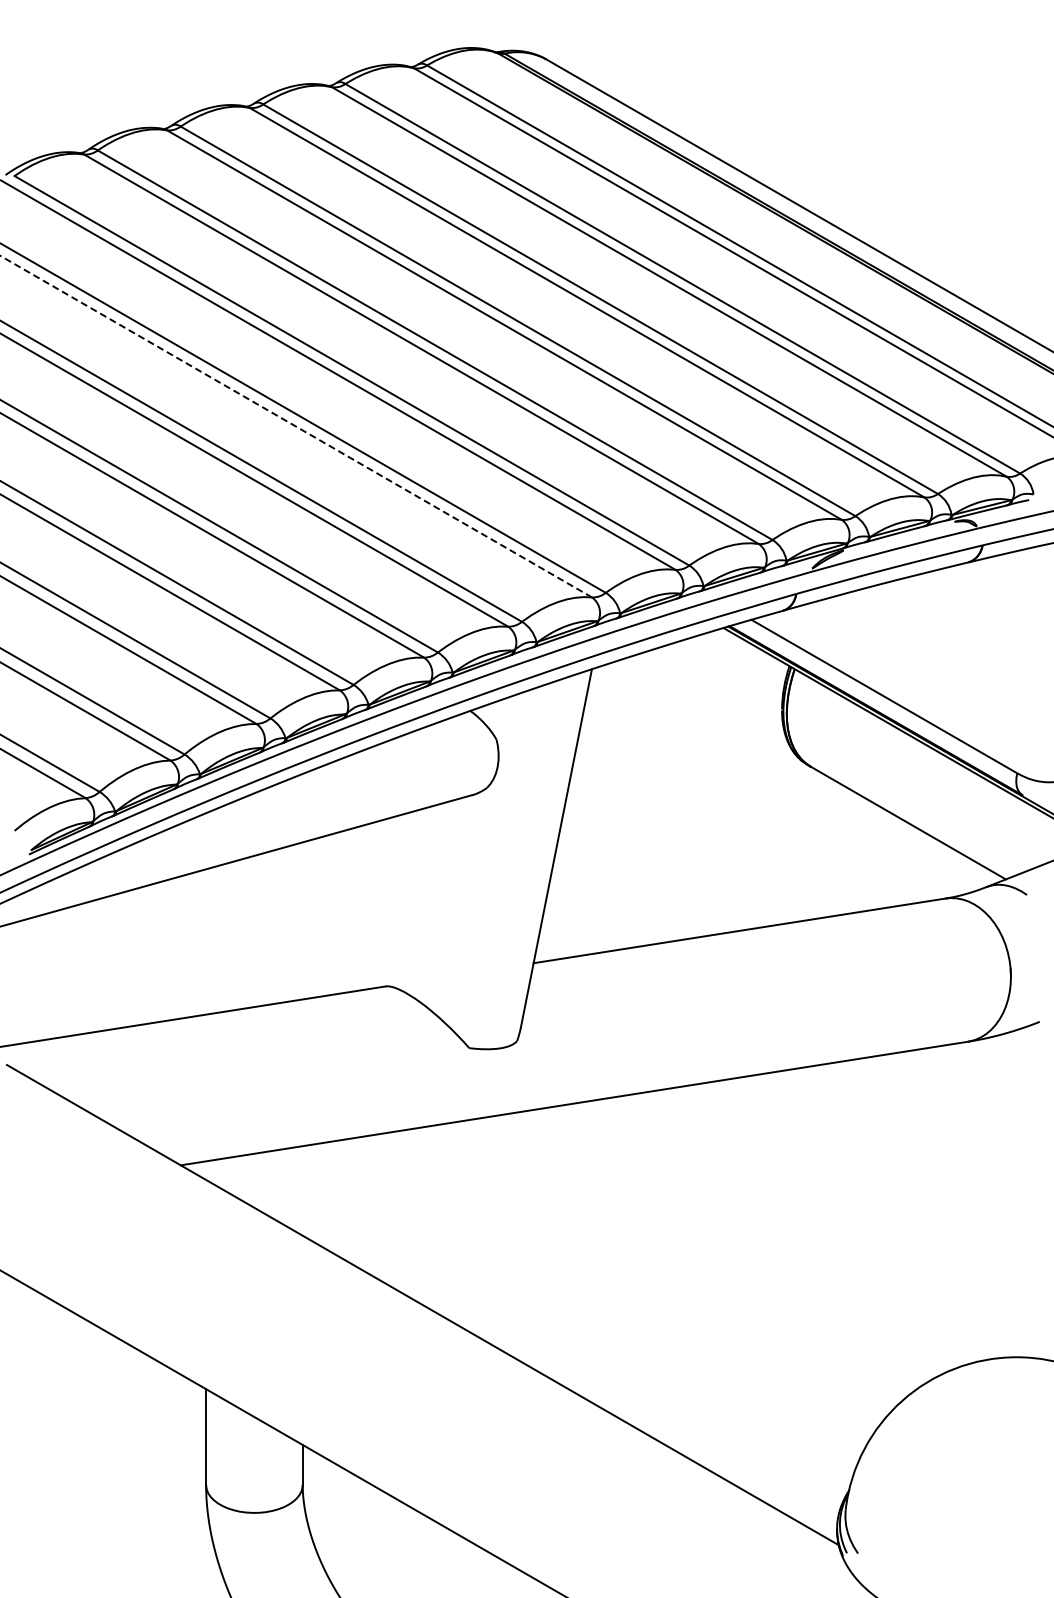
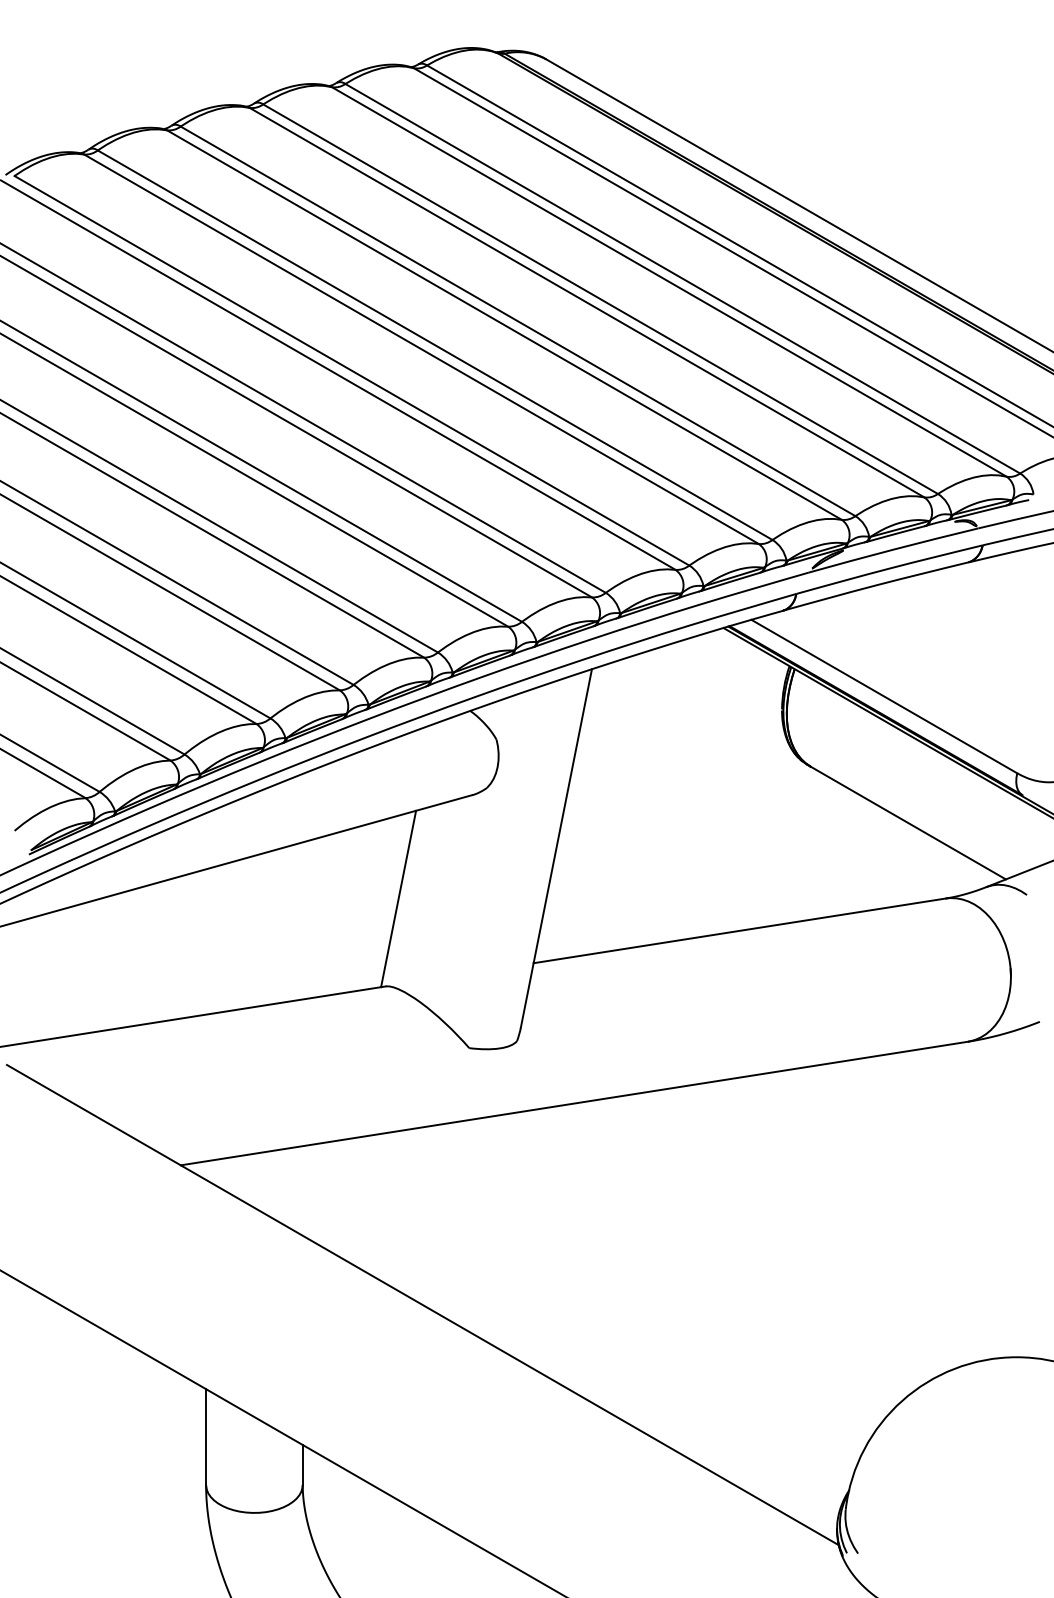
line at (296, 426): dashed -> solid
line at (398, 898): none -> present
